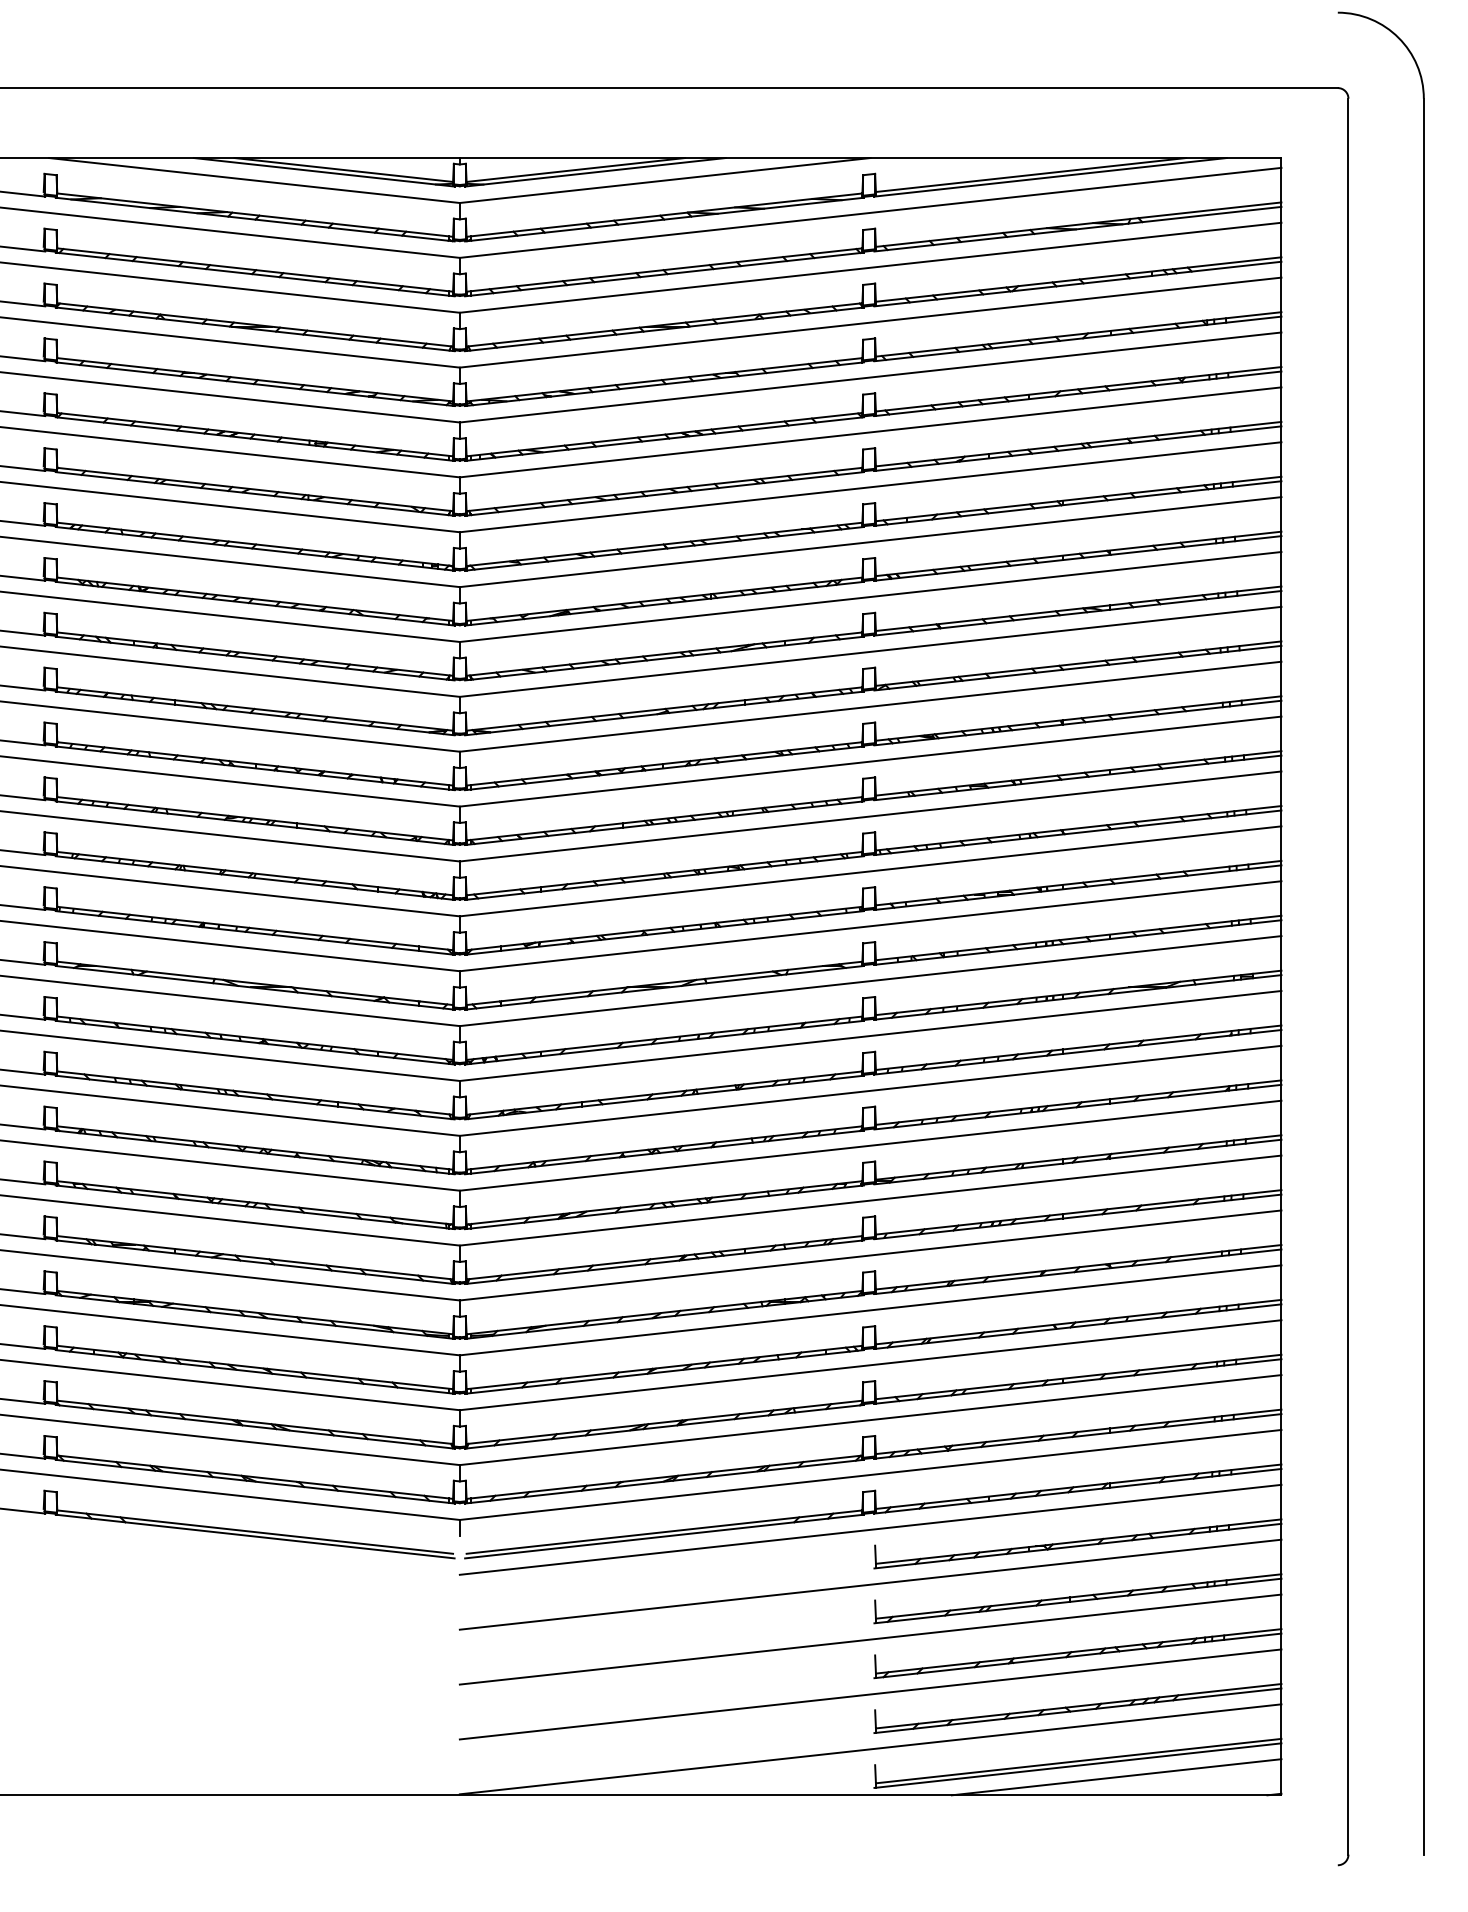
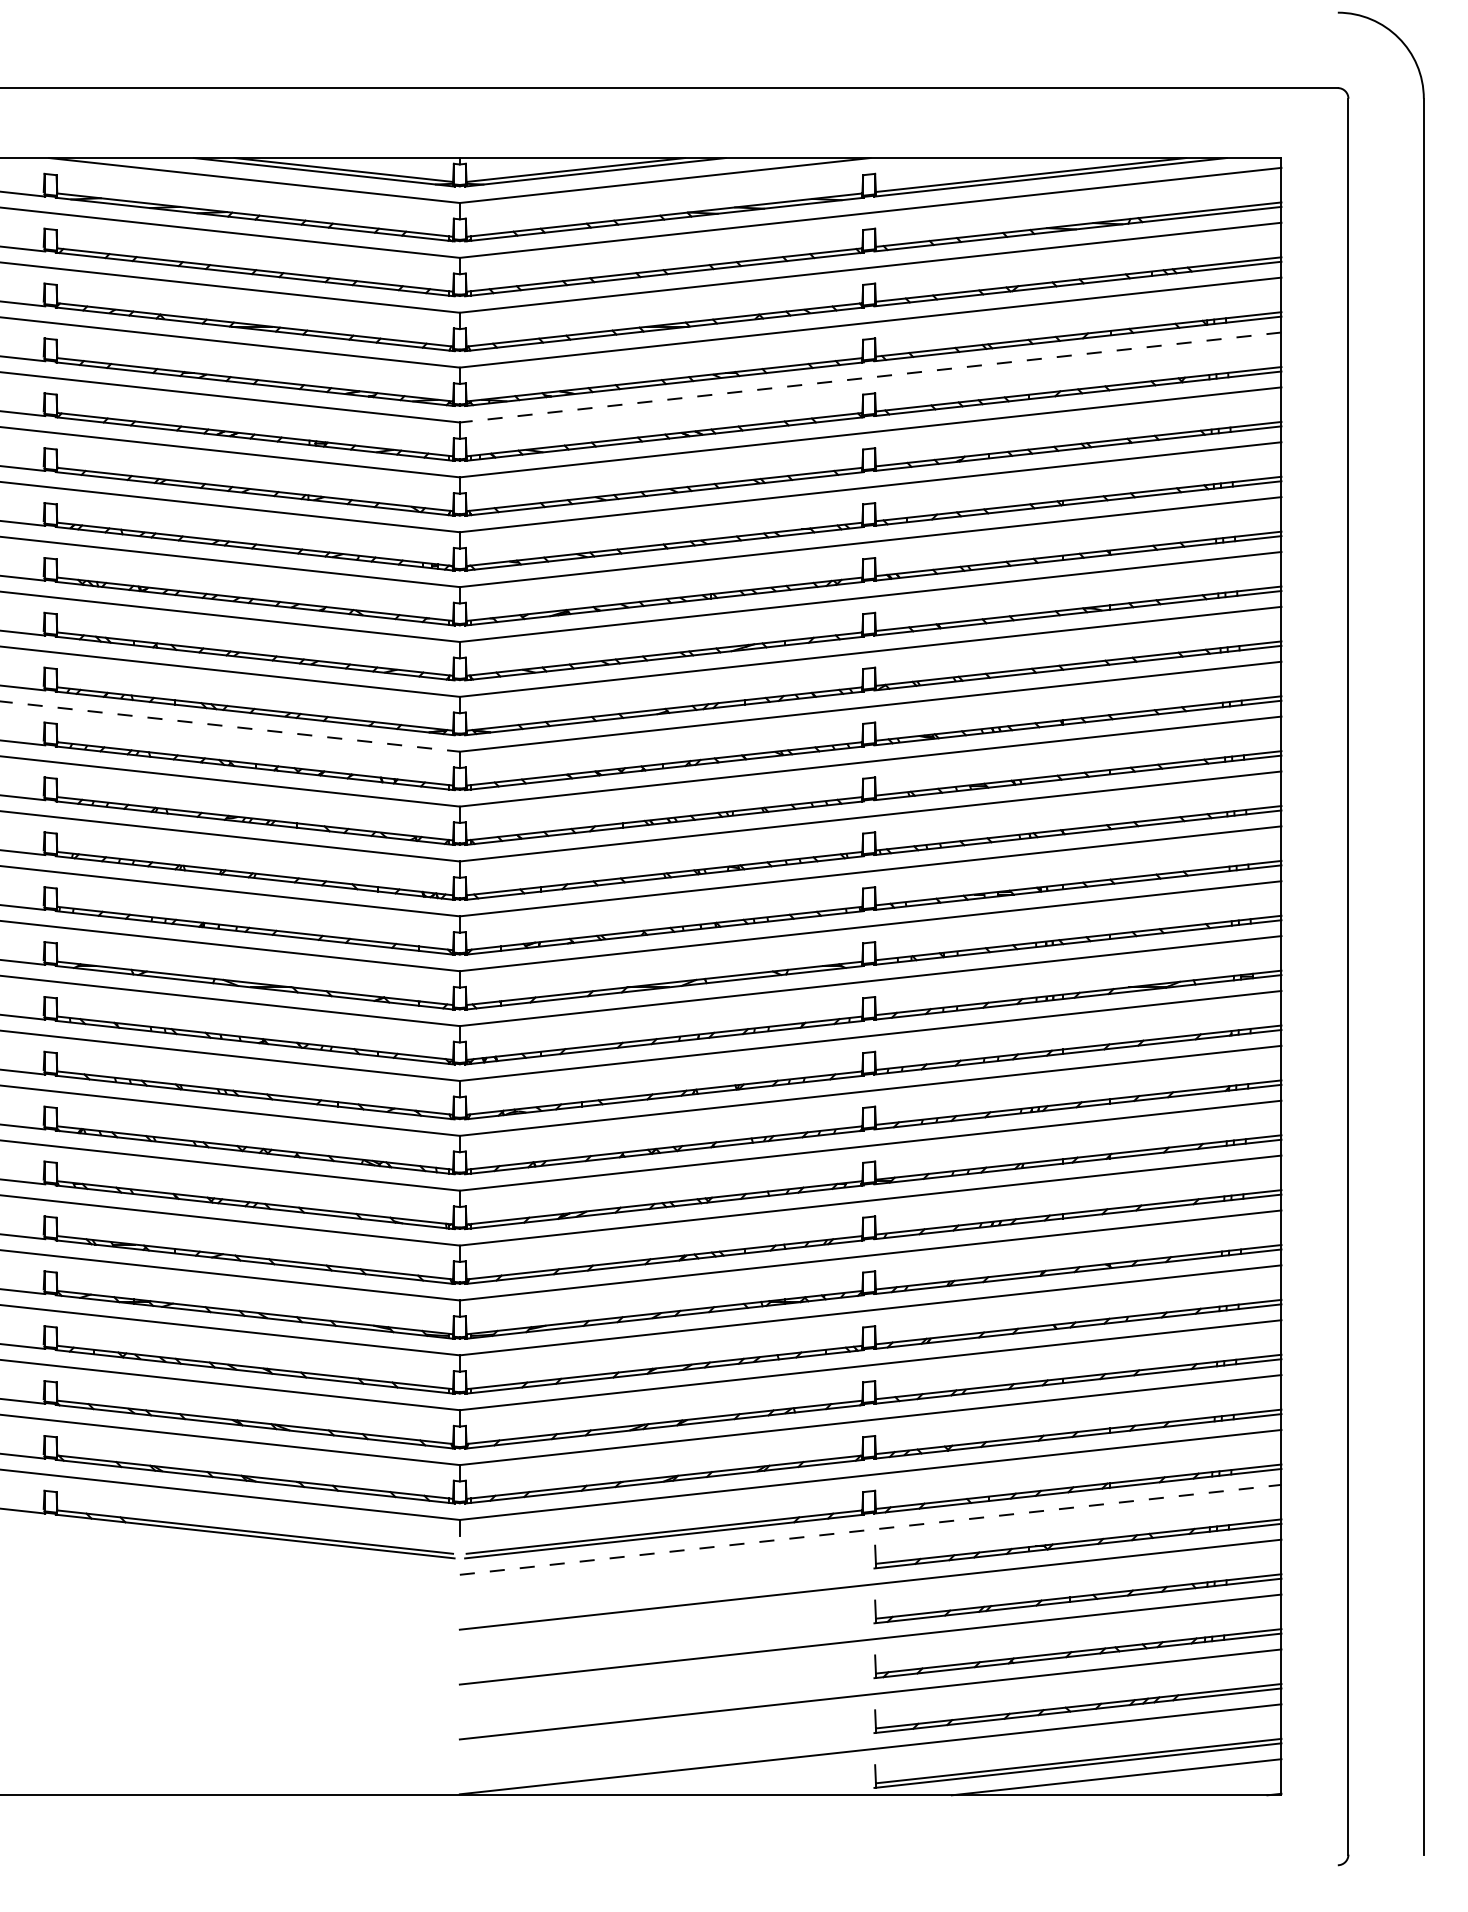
line at (870, 377): solid -> dashed
line at (230, 726): solid -> dashed
line at (871, 1529): solid -> dashed
